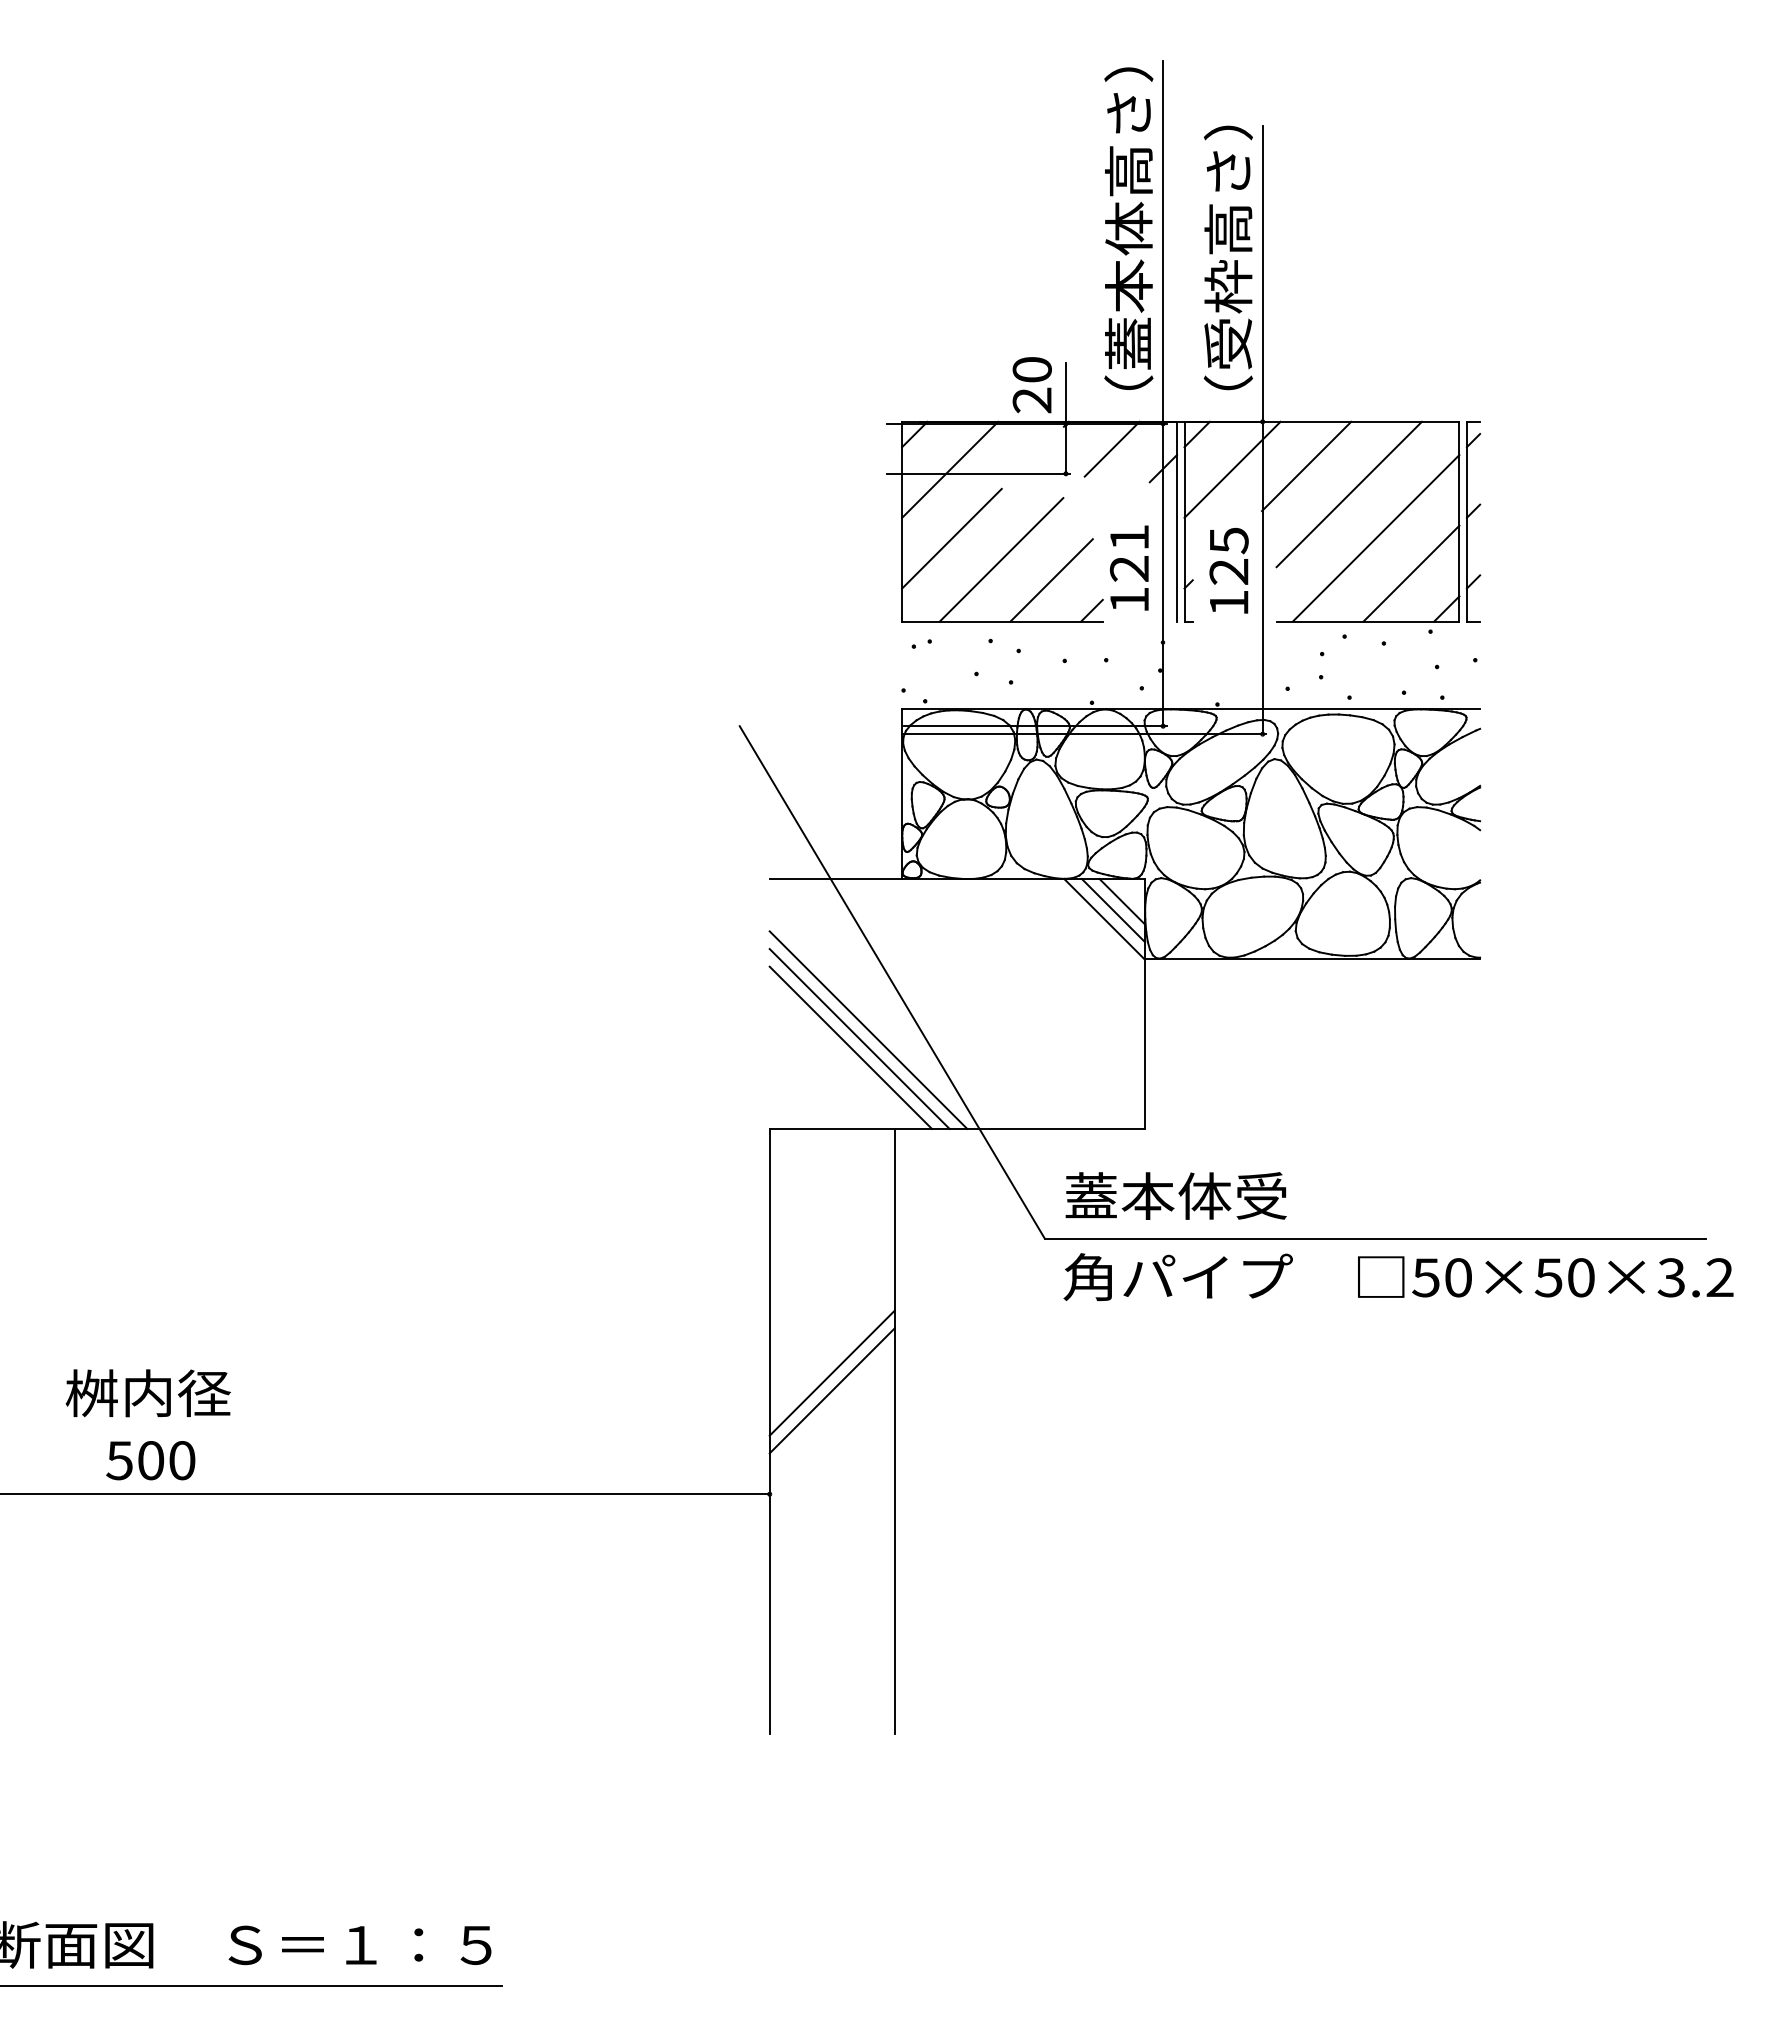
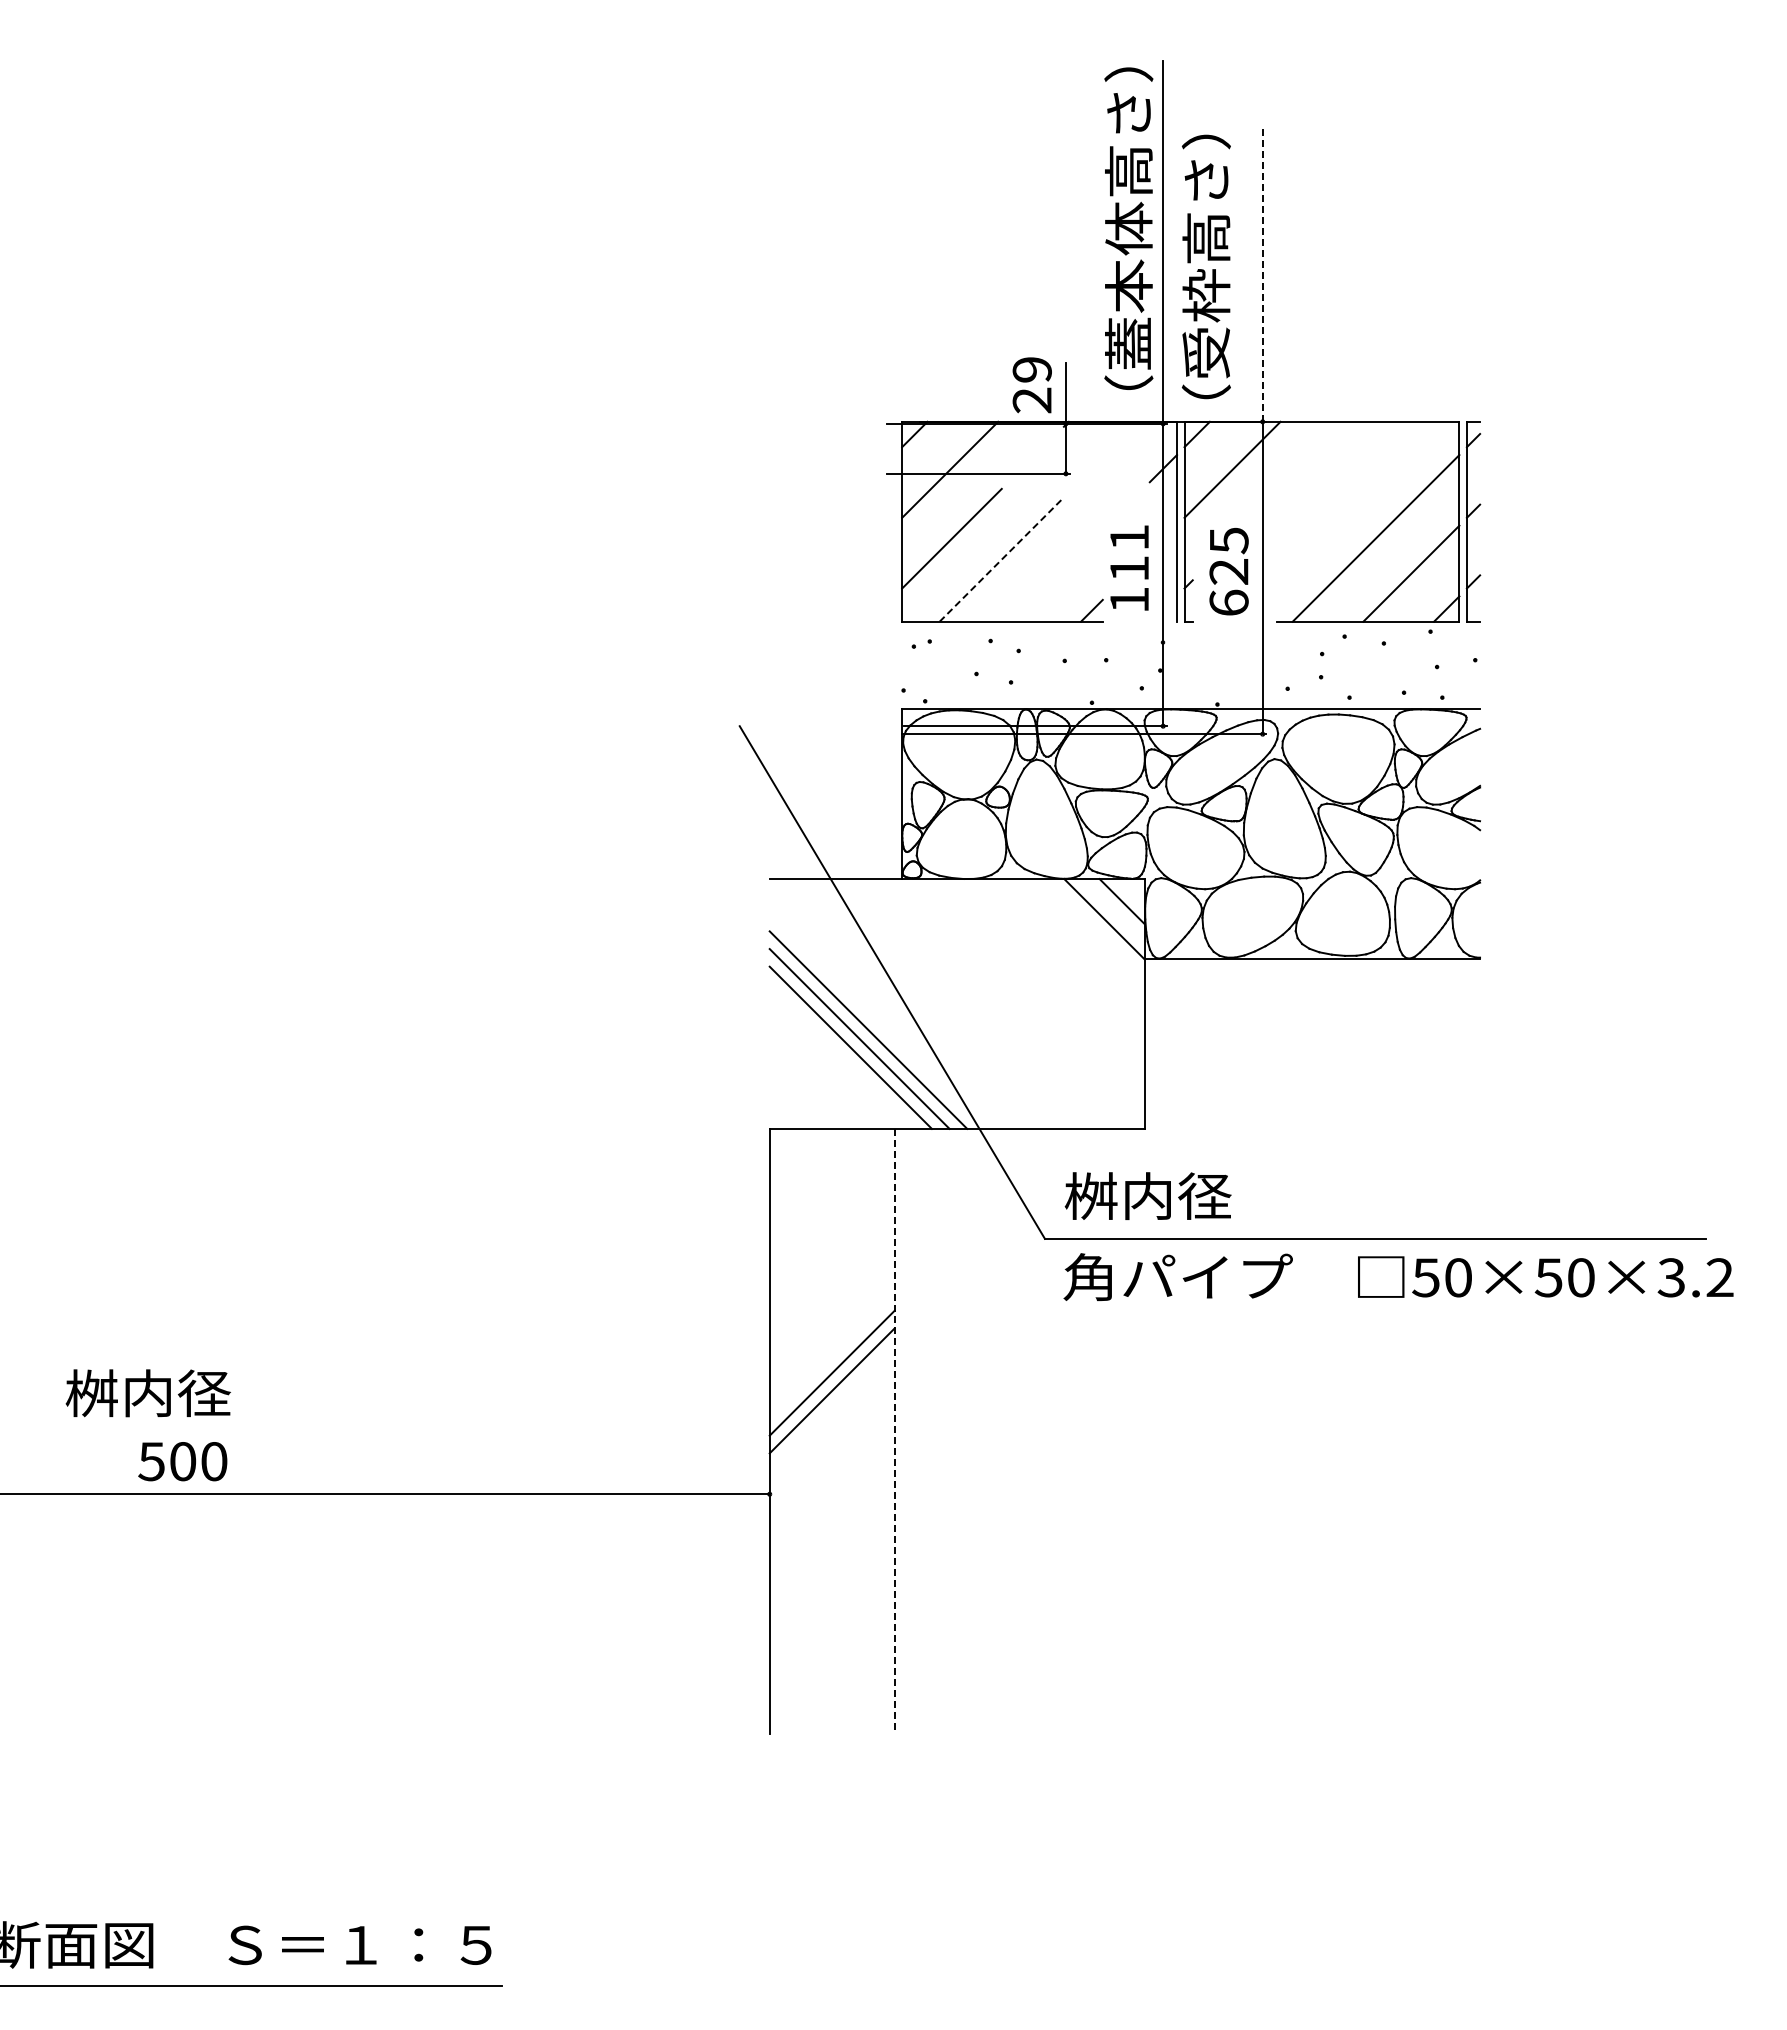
text at (1227, 257) position: (1227, 257) -> (1205, 266)
line at (1262, 273): solid -> dashed
text at (1031, 369): 20 -> 29
line at (1111, 448): present -> none
line at (1306, 466): present -> none
line at (1348, 494): present -> none
line at (1001, 559): solid -> dashed
text at (1128, 568): 121 -> 111
line at (1051, 580): present -> none
text at (1228, 602): 125 -> 625
line at (1112, 910): present -> none
text at (1175, 1196): 蓋本体受 -> 桝内径
line at (894, 1431): solid -> dashed
text at (150, 1460) position: (150, 1460) -> (182, 1461)
